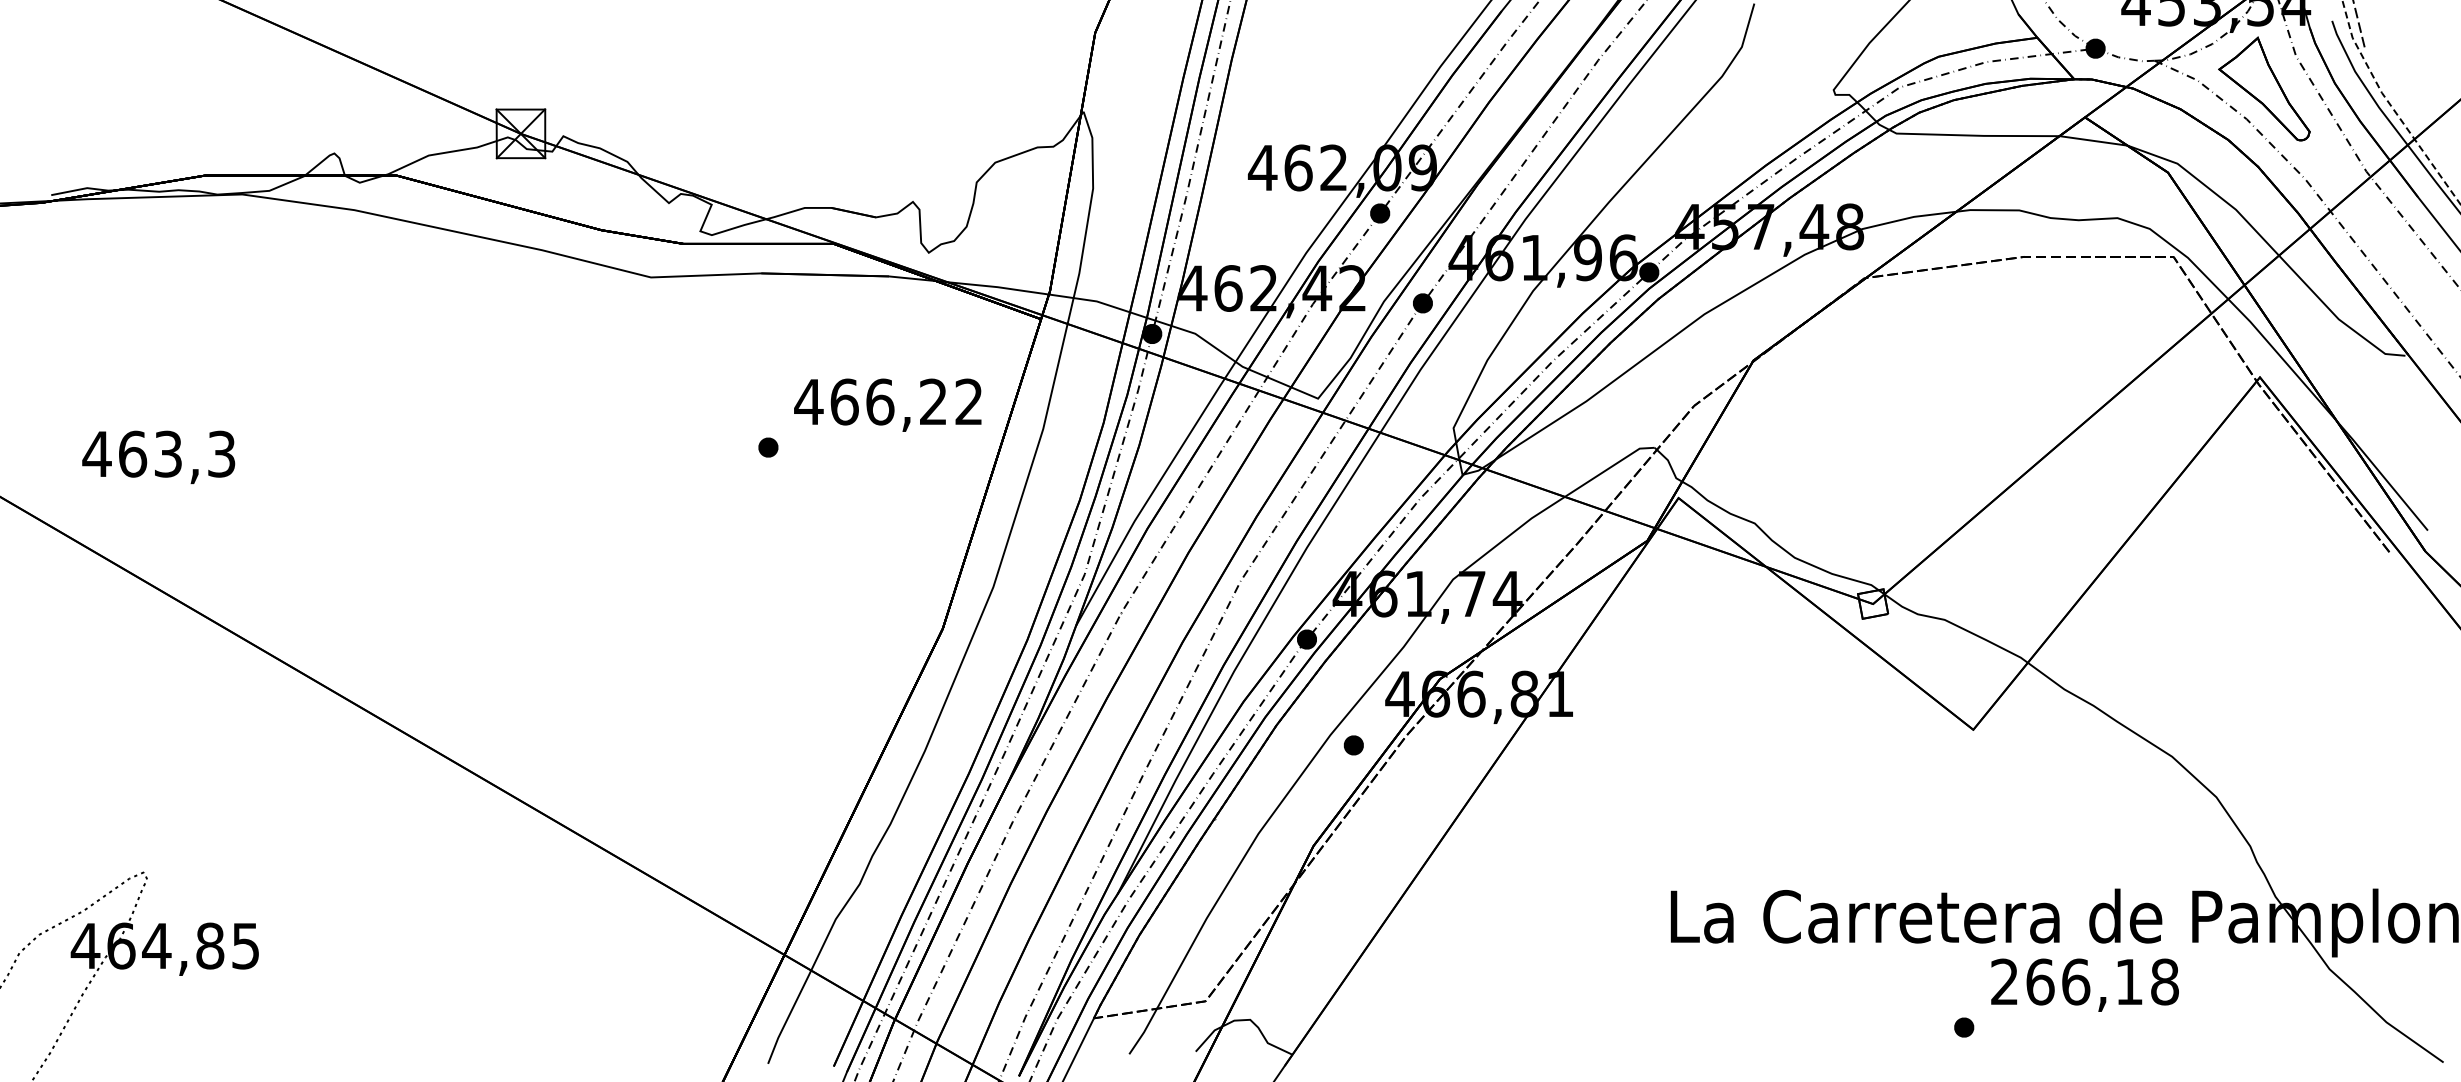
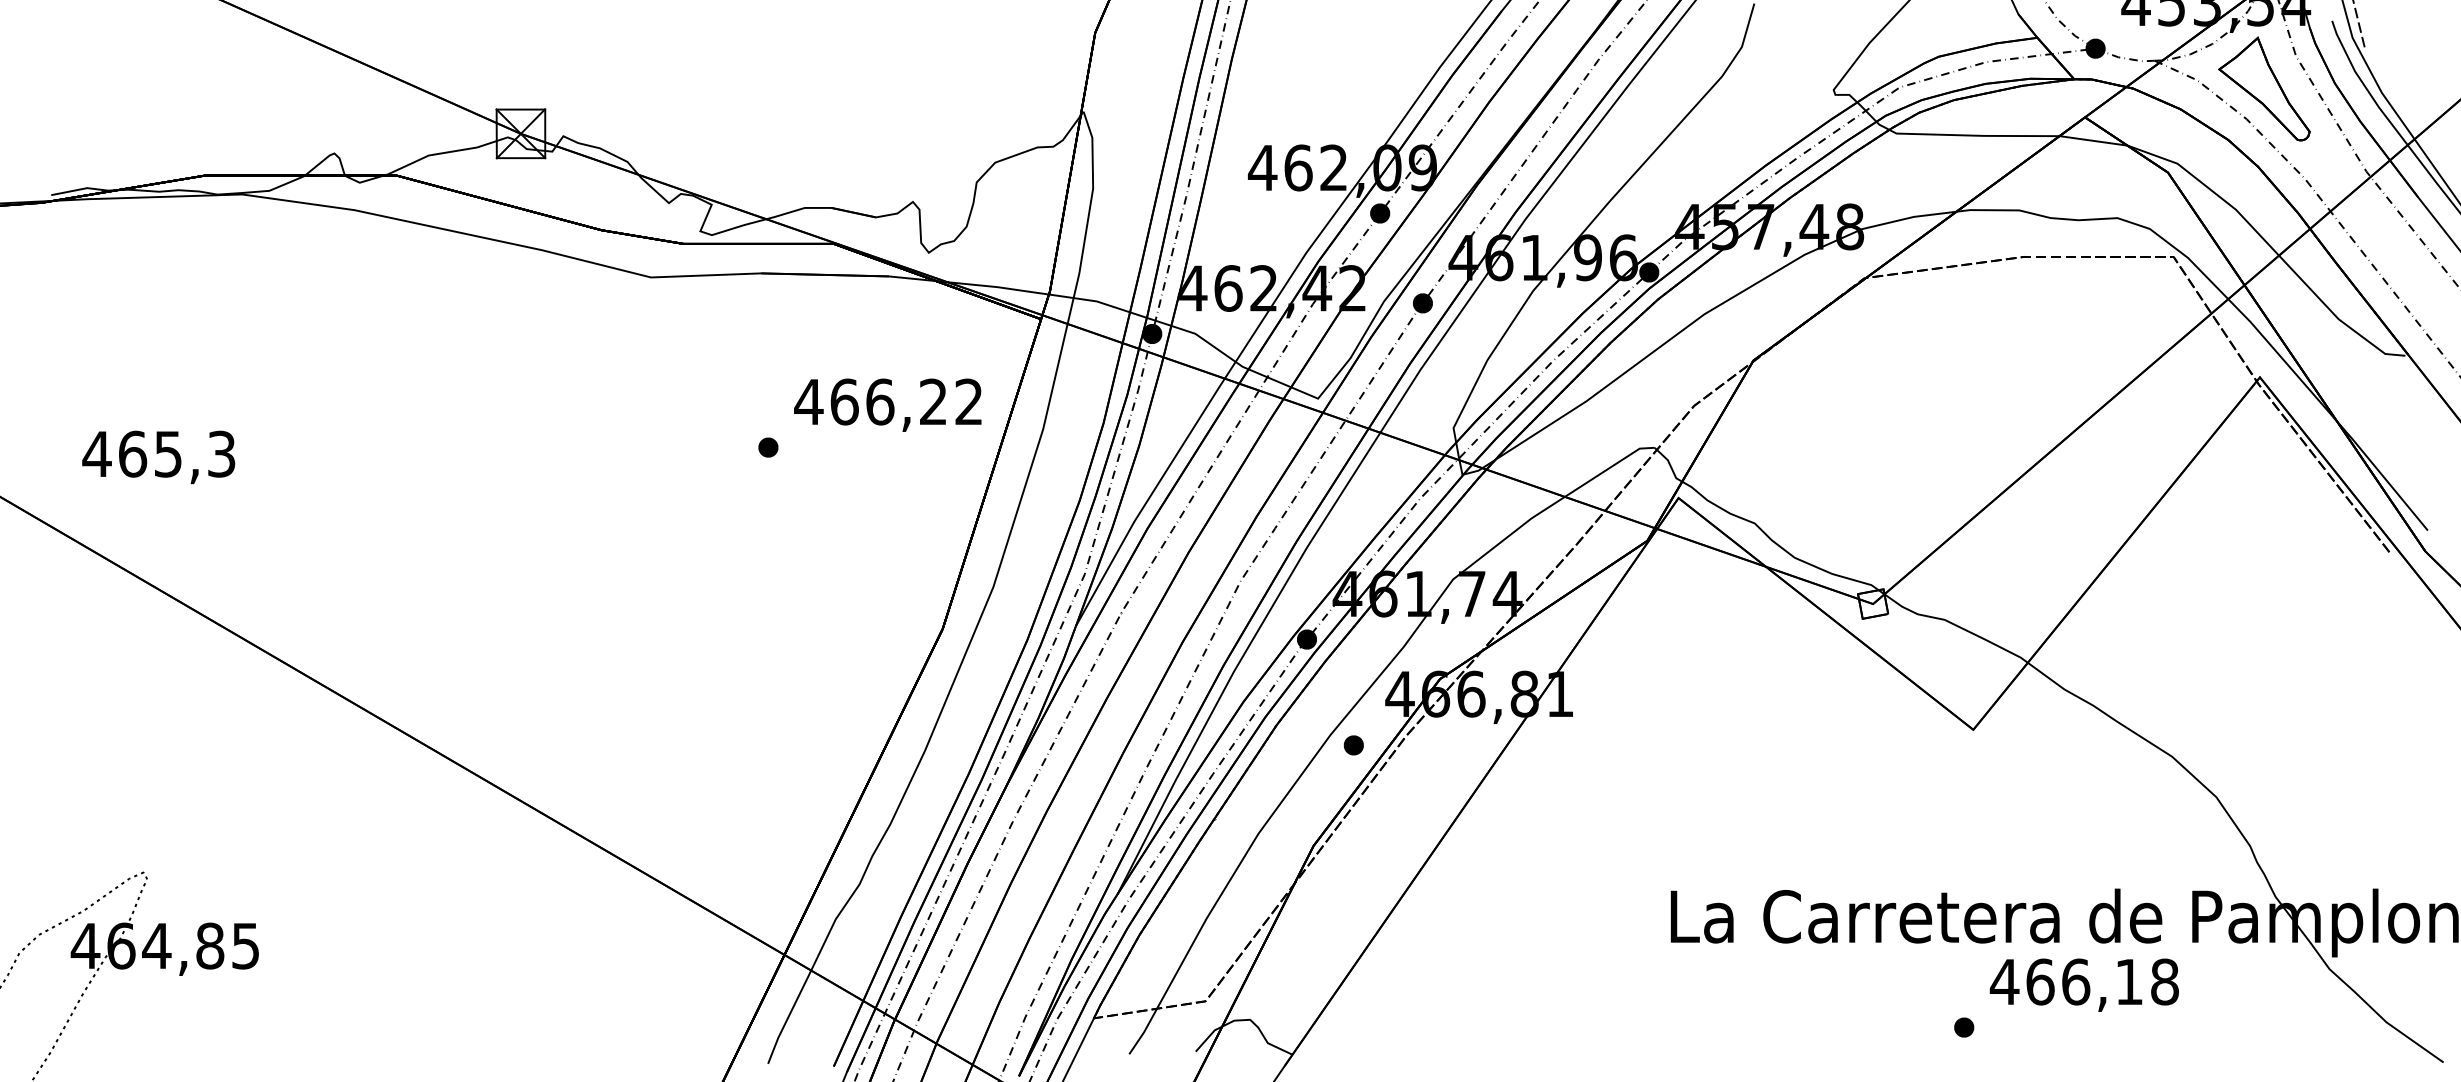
line at (2391, 105): dashed -> solid
text at (168, 453): 463,3 -> 465,3
text at (2004, 981): 266,18 -> 466,18
